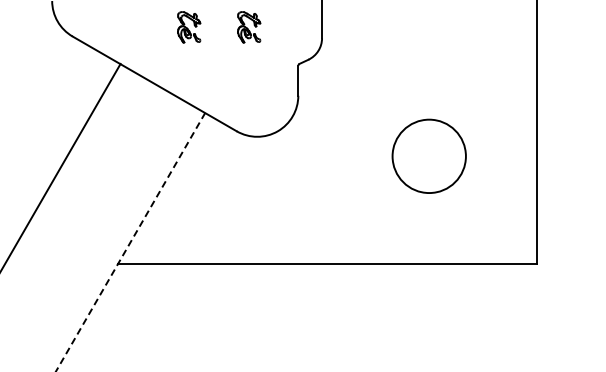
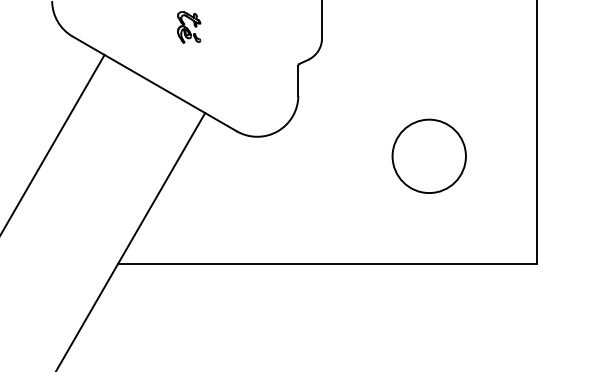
part at (249, 27): present -> none
line at (61, 166) position: (61, 166) -> (53, 143)
line at (130, 242): dashed -> solid
